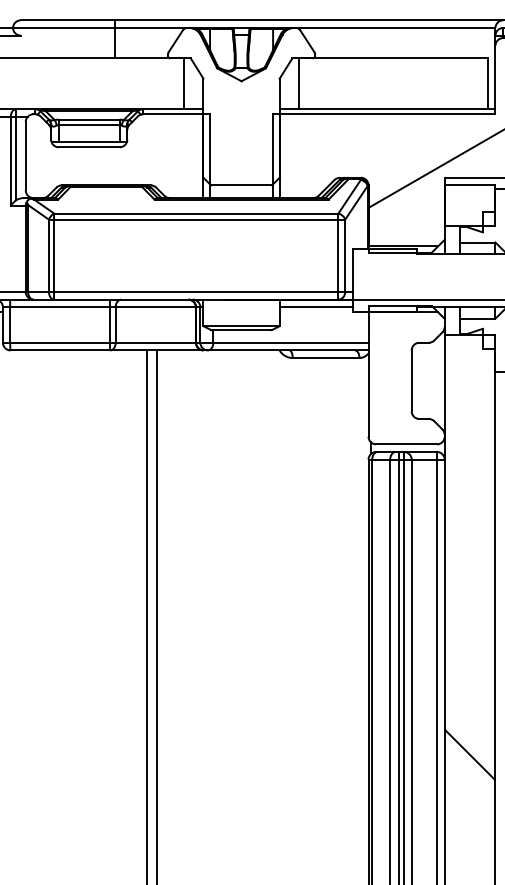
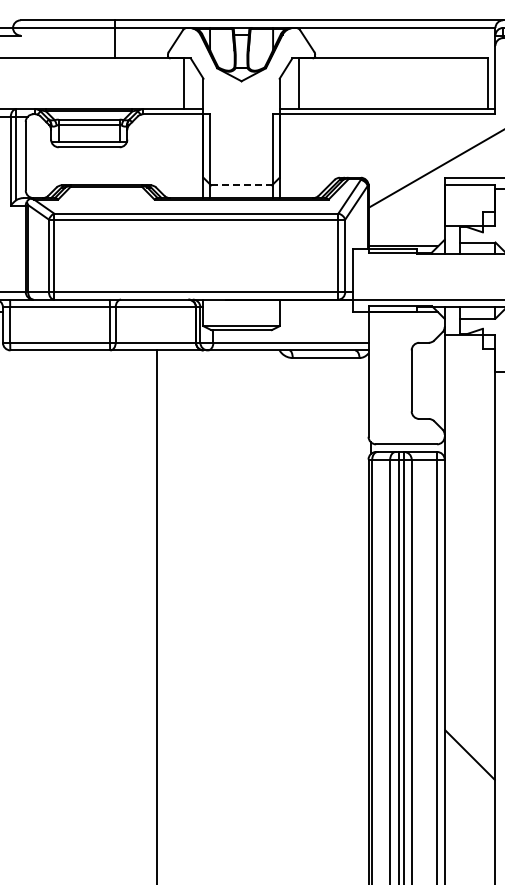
line at (242, 185): solid -> dashed
line at (316, 307): present -> none
line at (146, 615): present -> none
